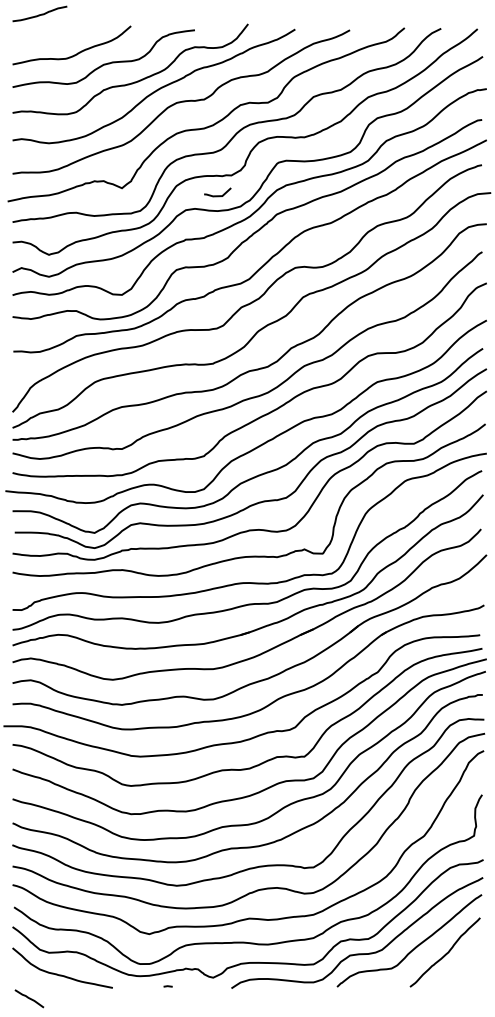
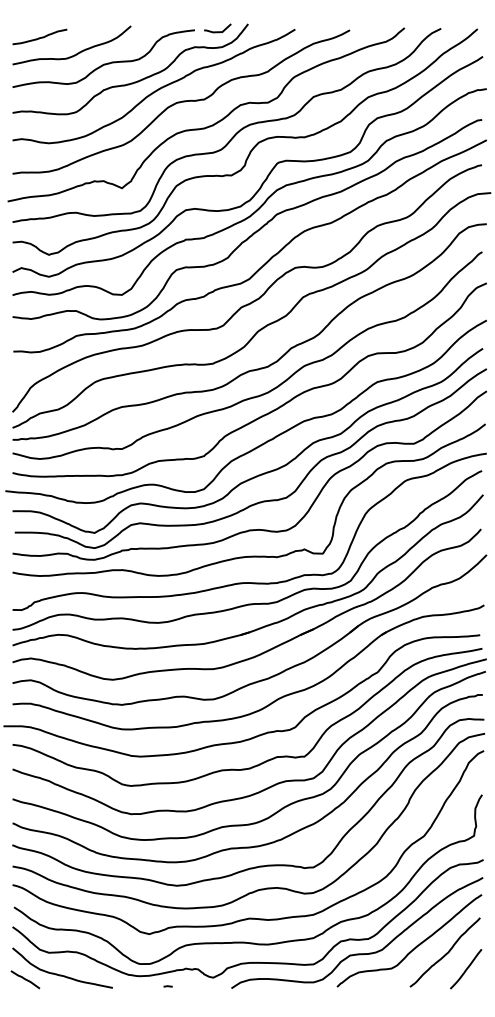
curve at (39, 14) position: (39, 14) -> (39, 37)
curve at (217, 195) position: (217, 195) -> (217, 31)
line at (466, 969): none -> present
line at (29, 998) position: (29, 998) -> (25, 979)
